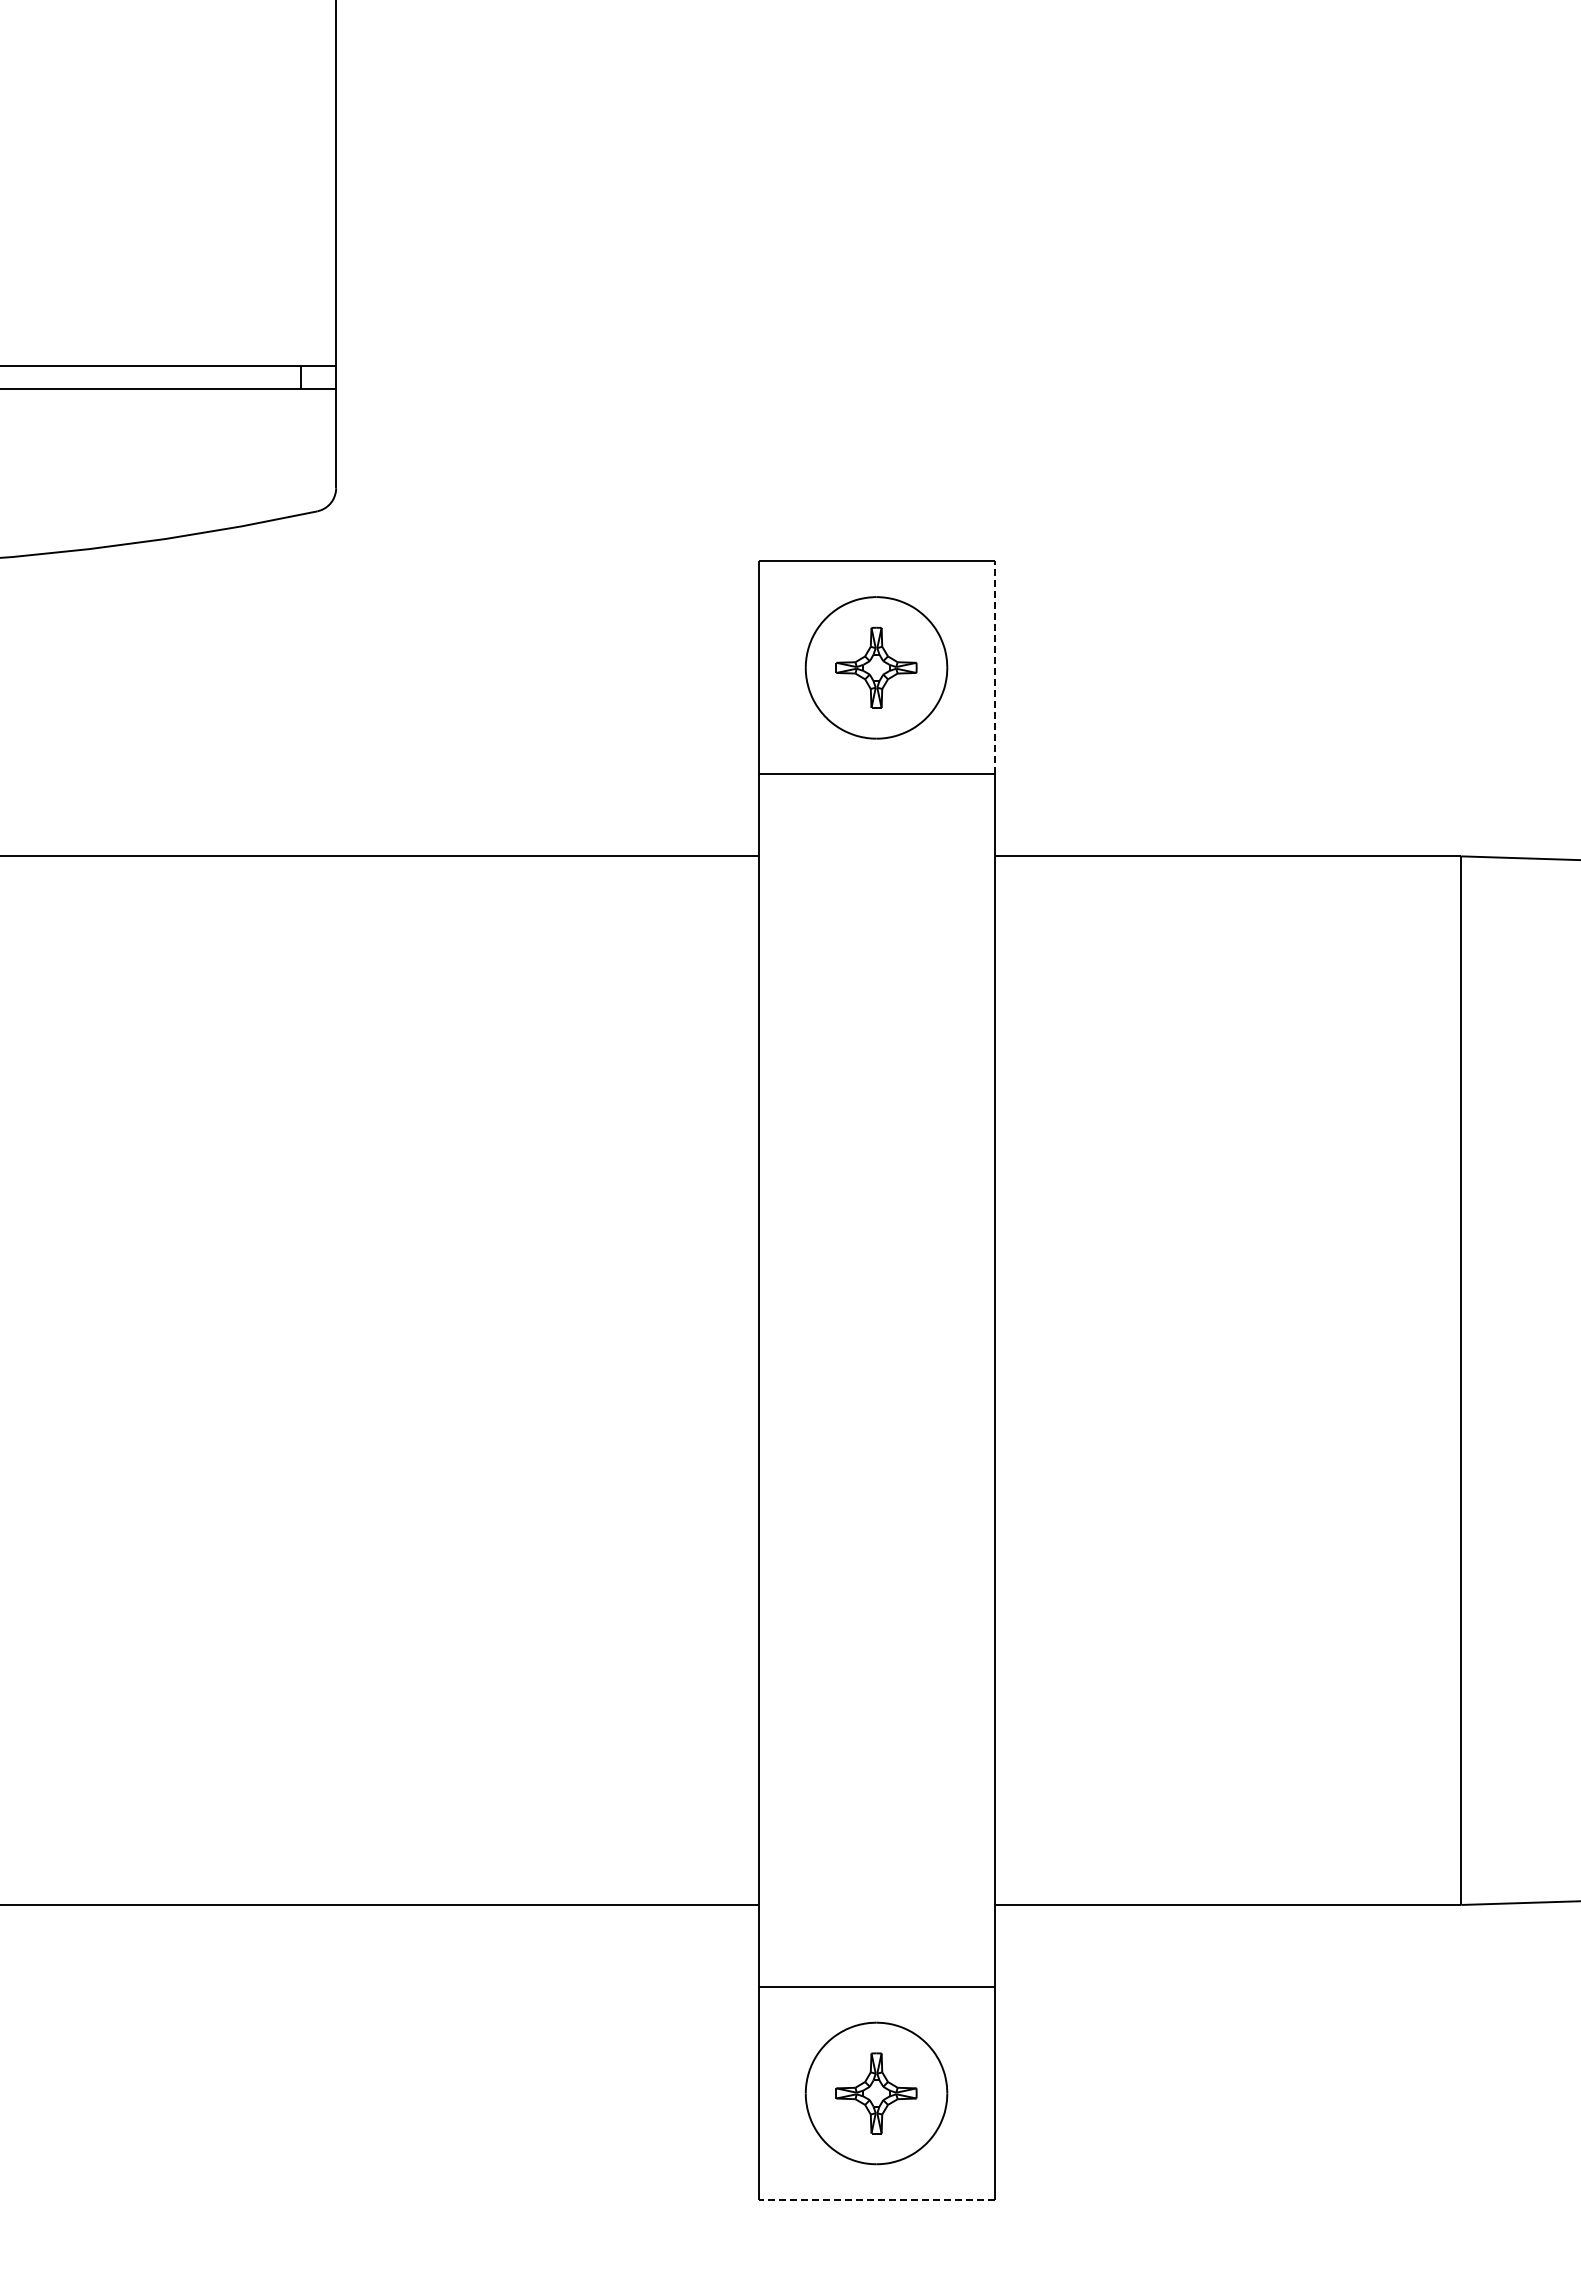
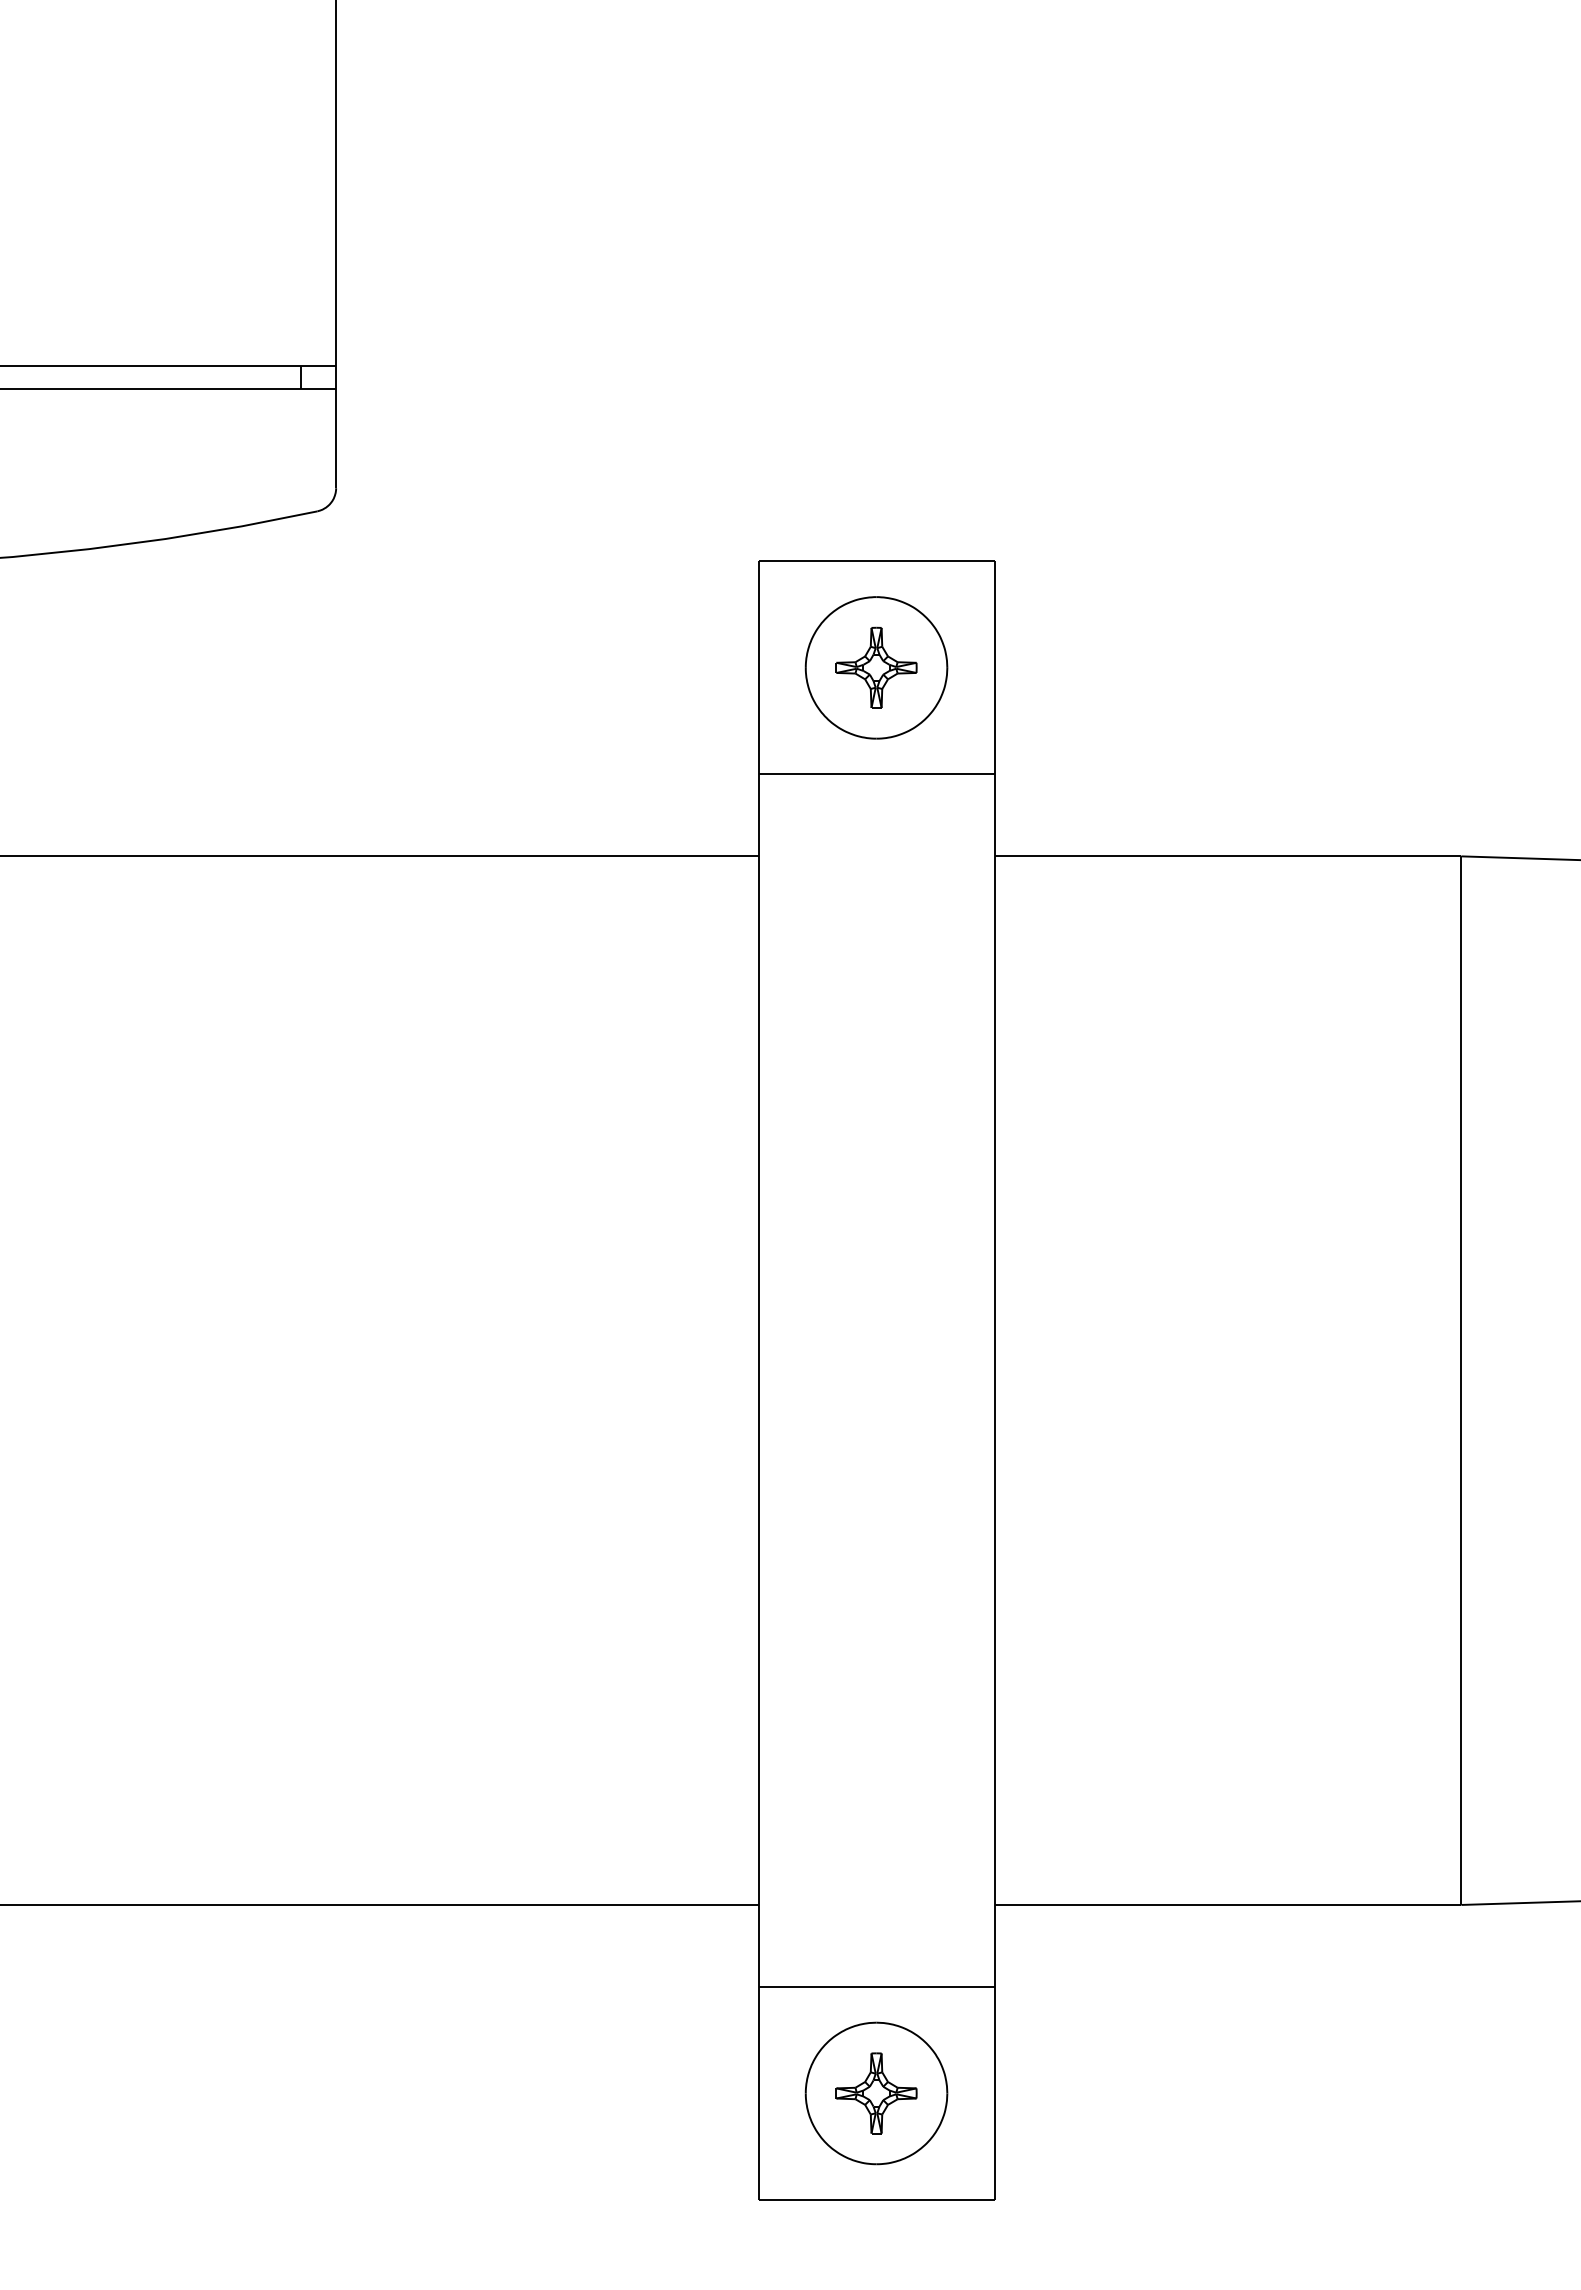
line at (994, 667): dashed -> solid
line at (876, 2199): dashed -> solid
